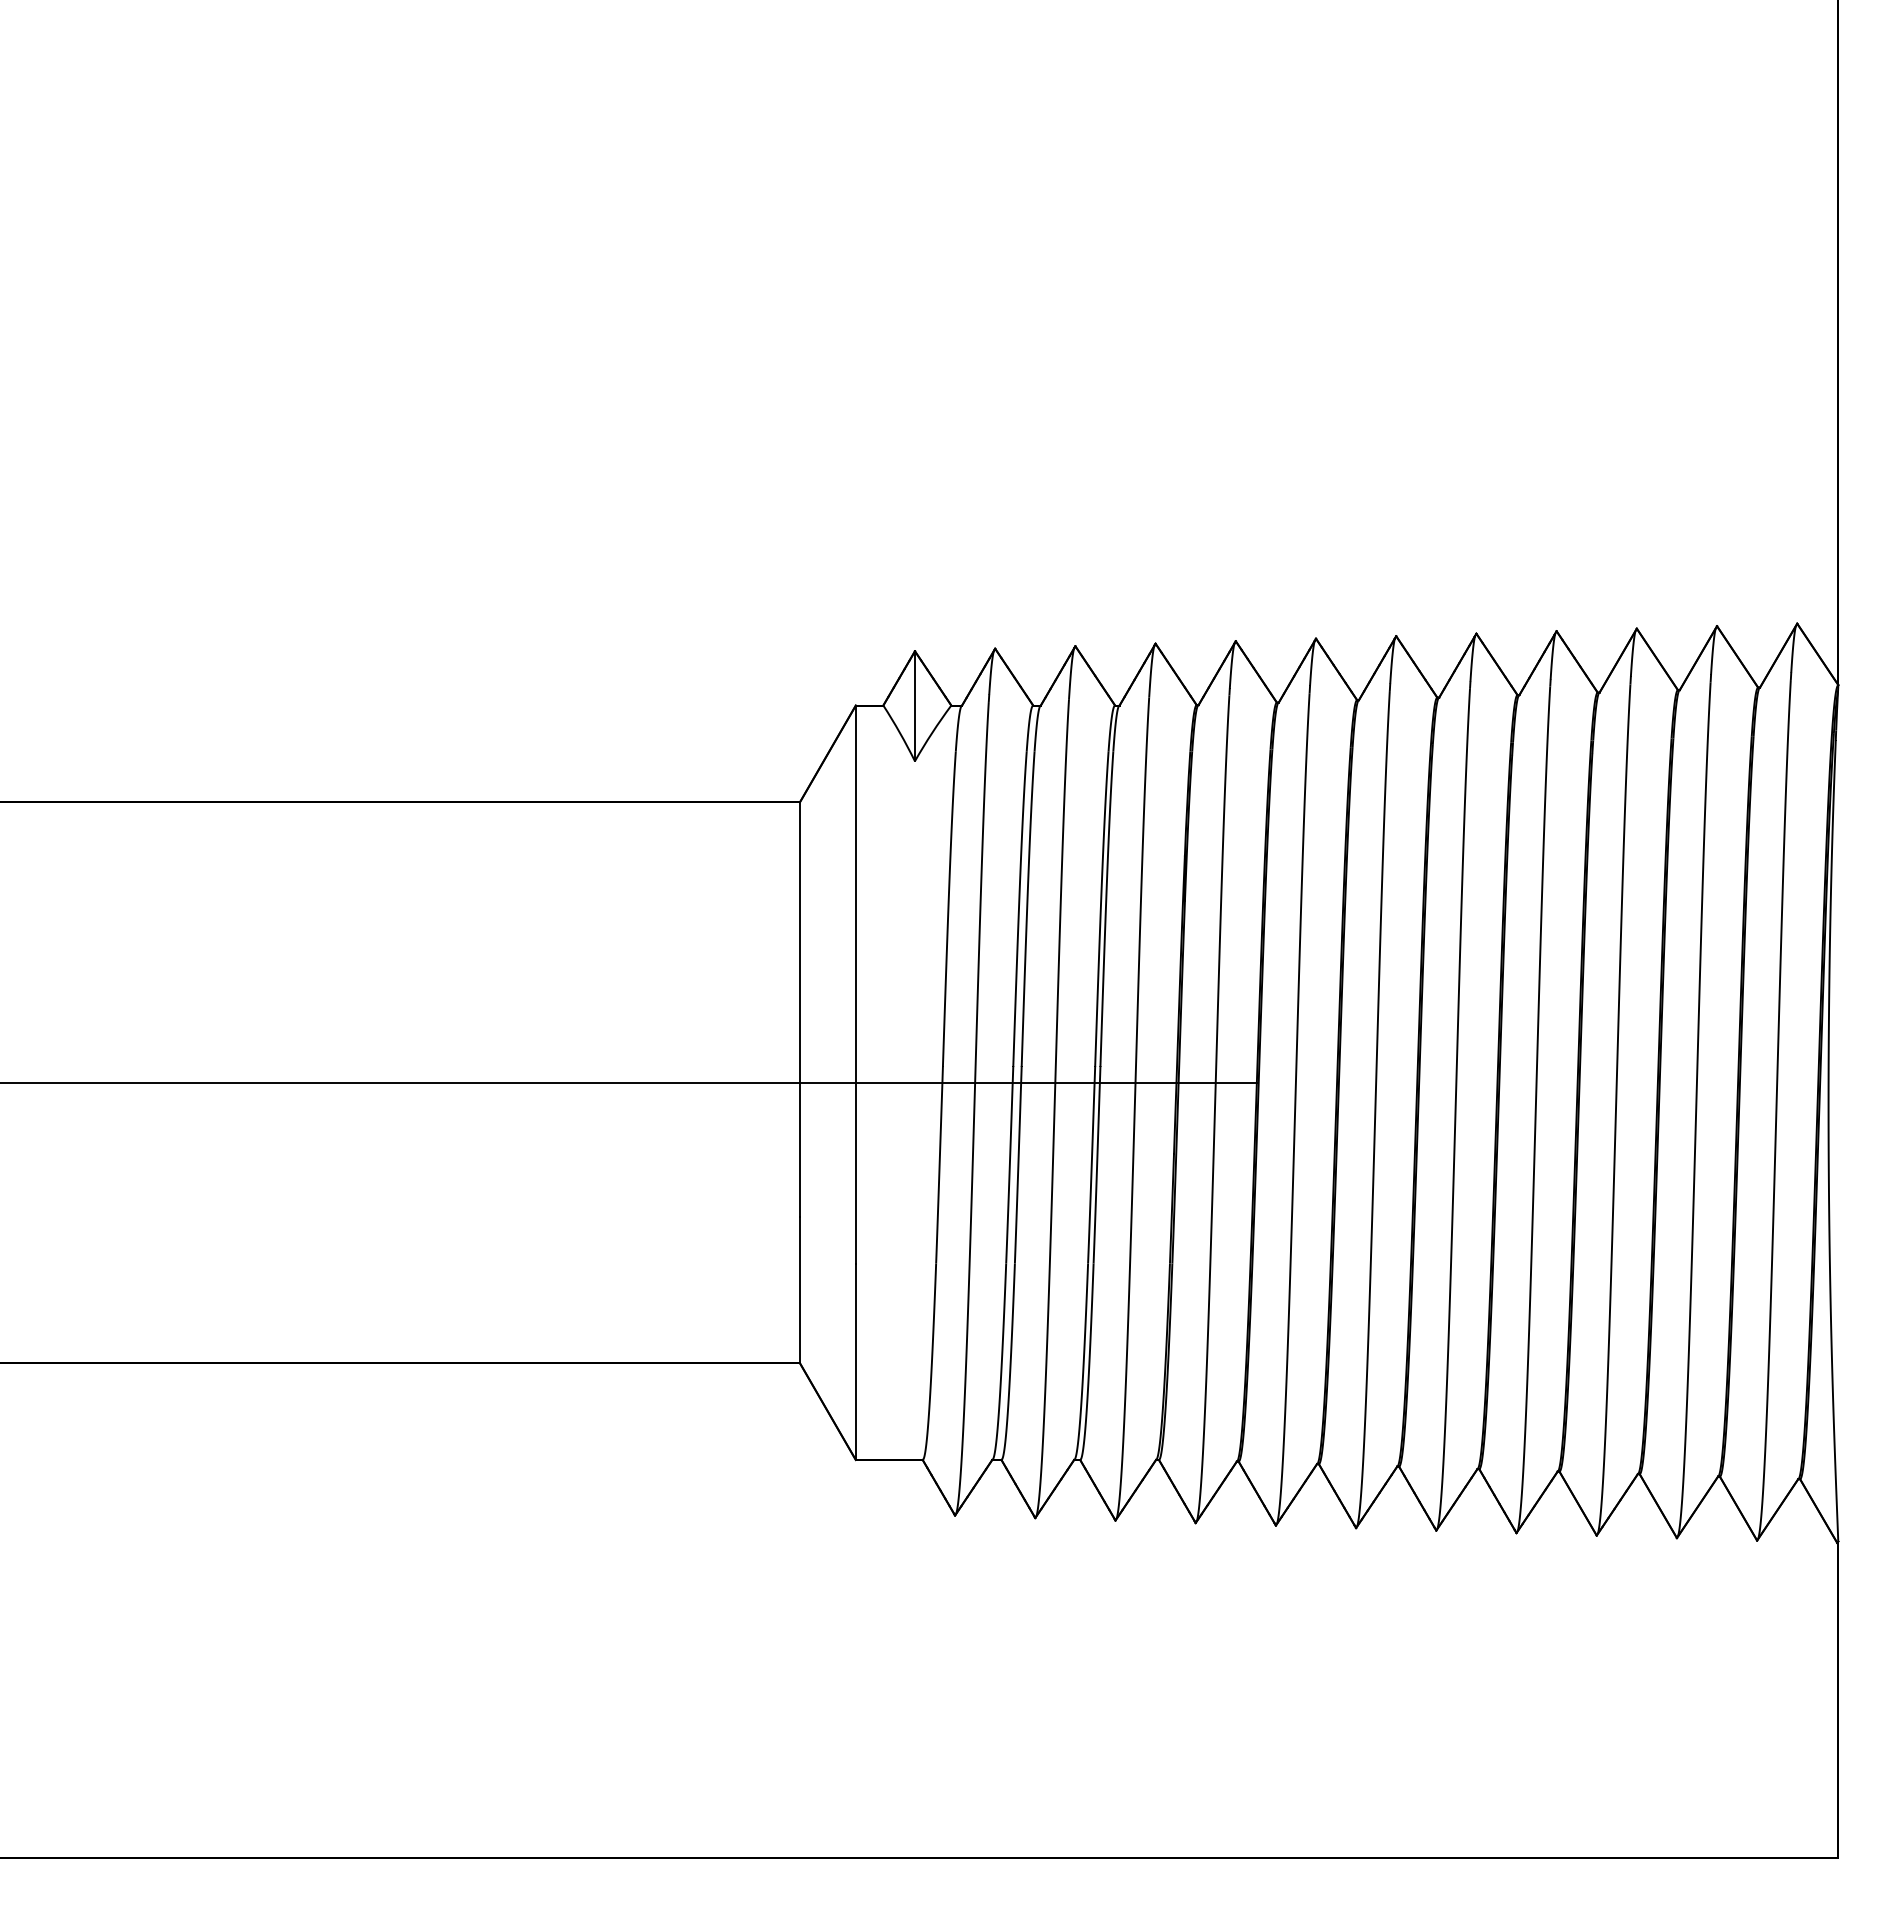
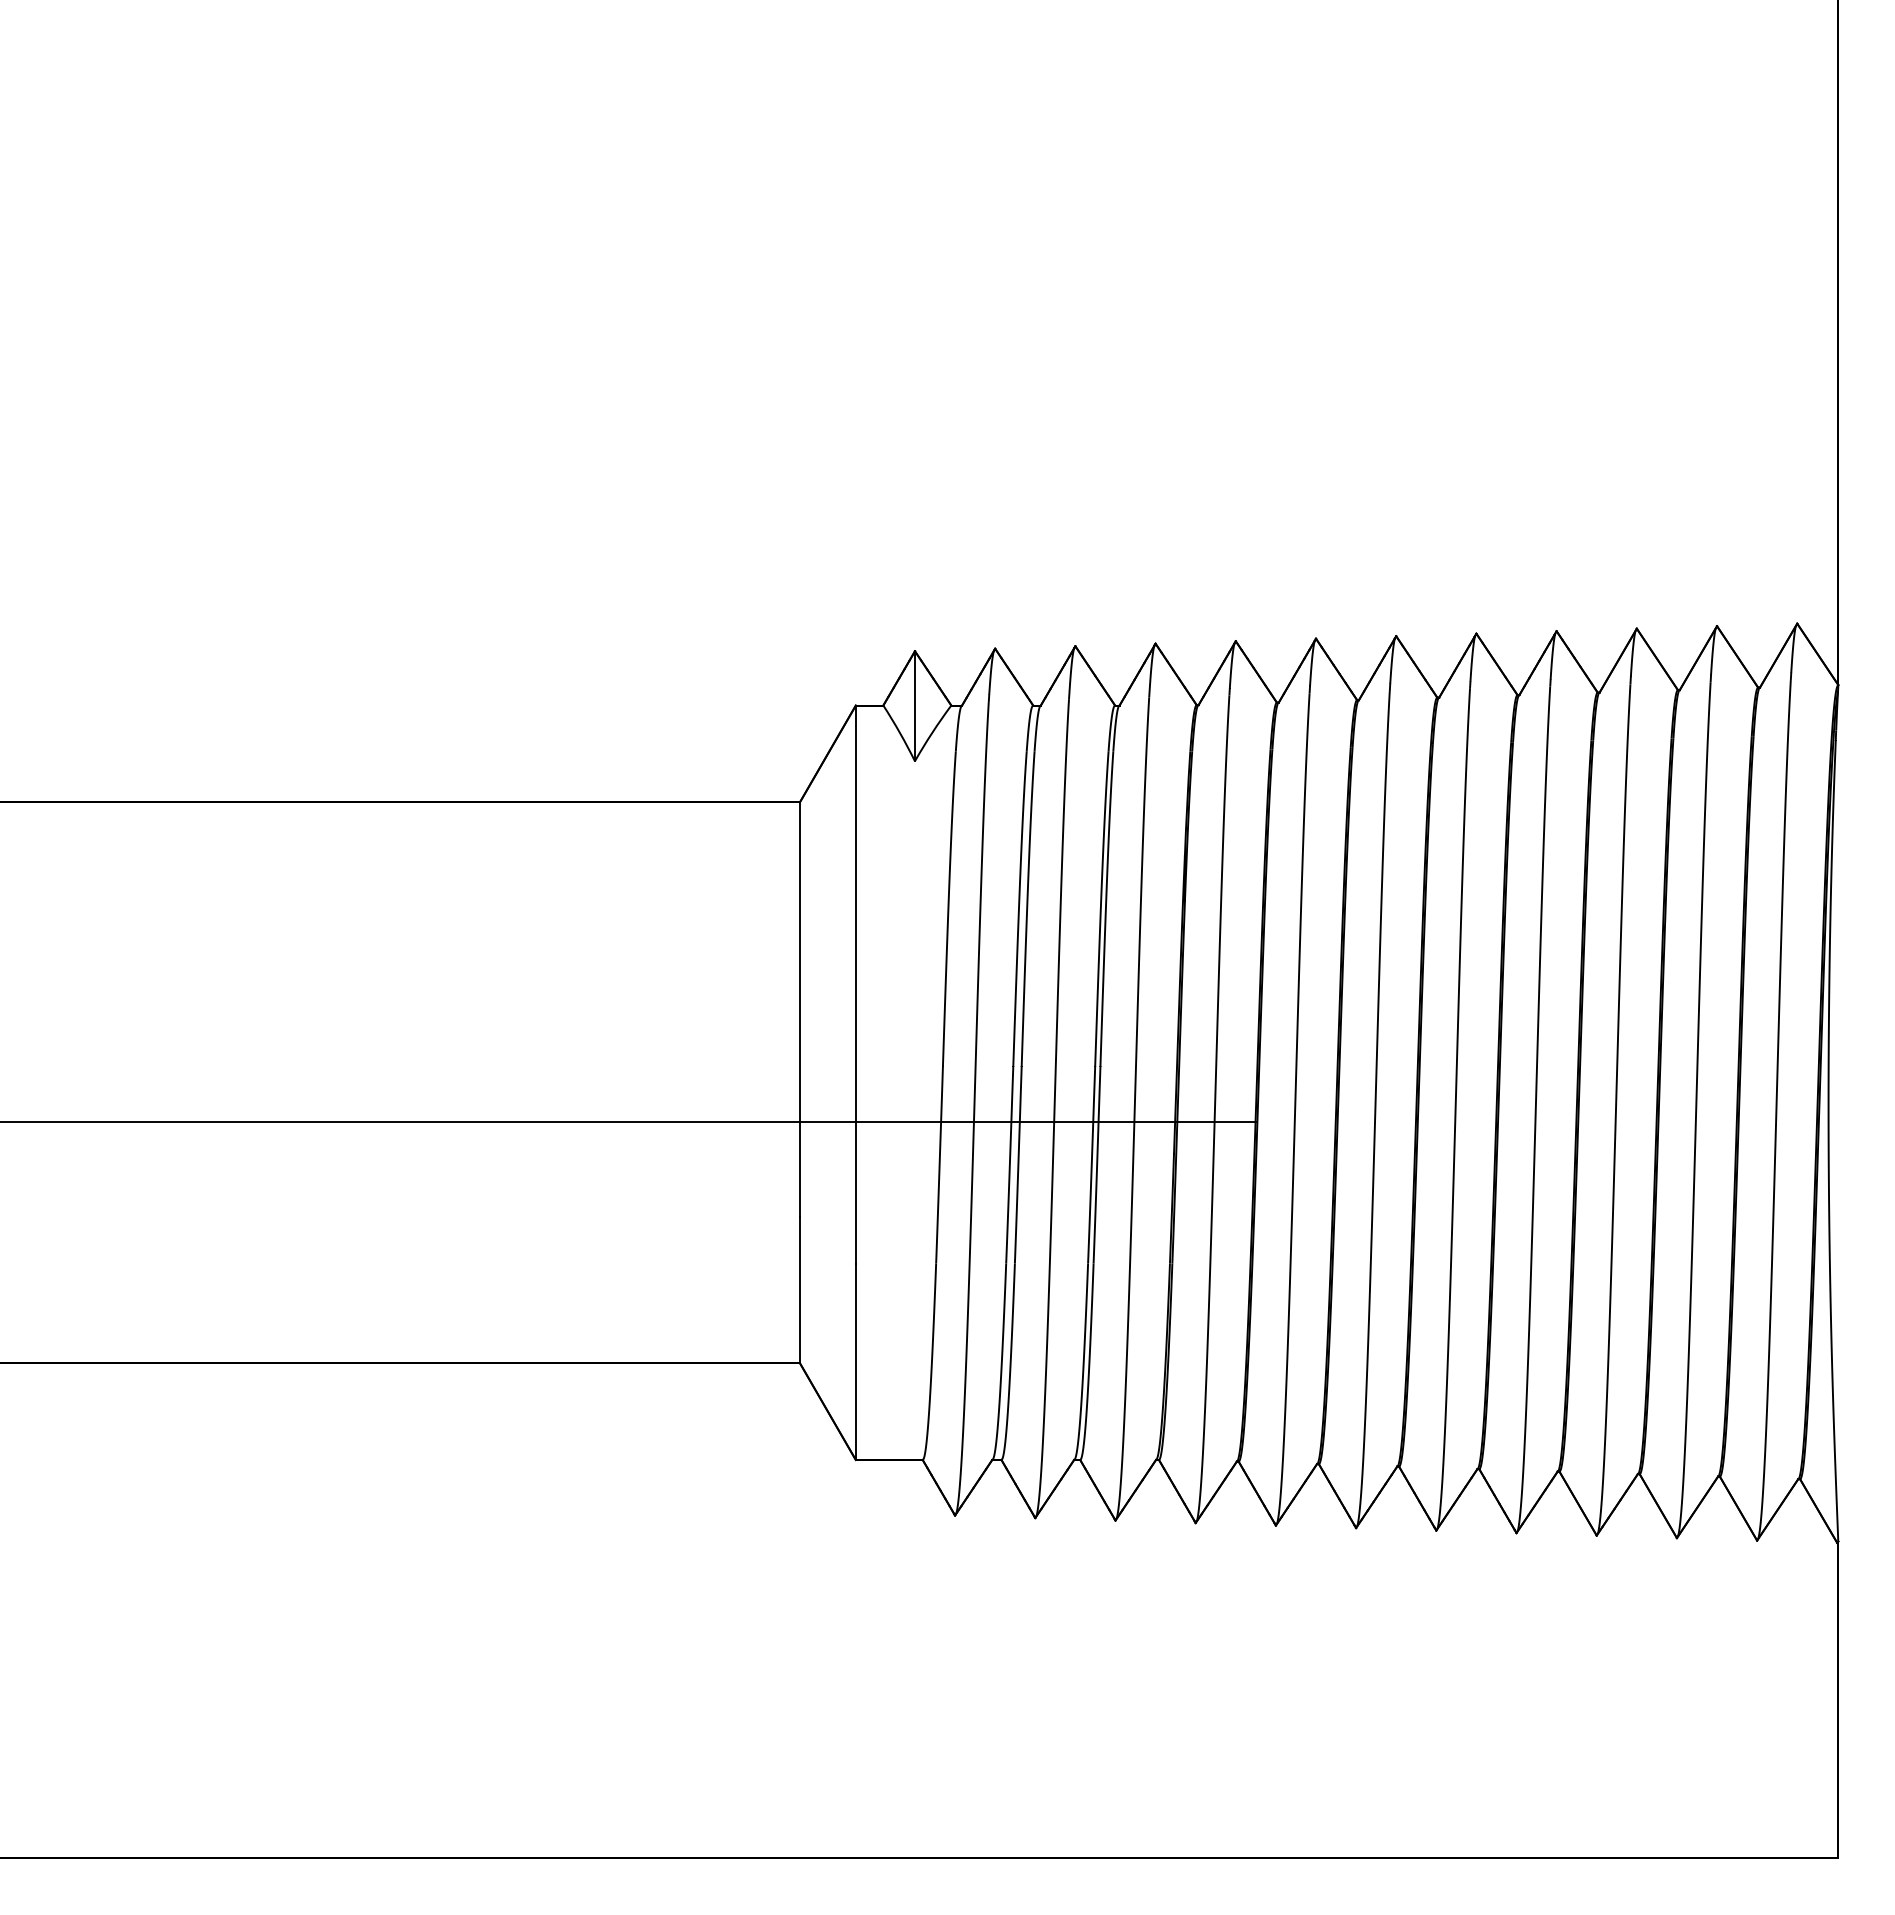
line at (630, 1082) position: (630, 1082) -> (630, 1121)
